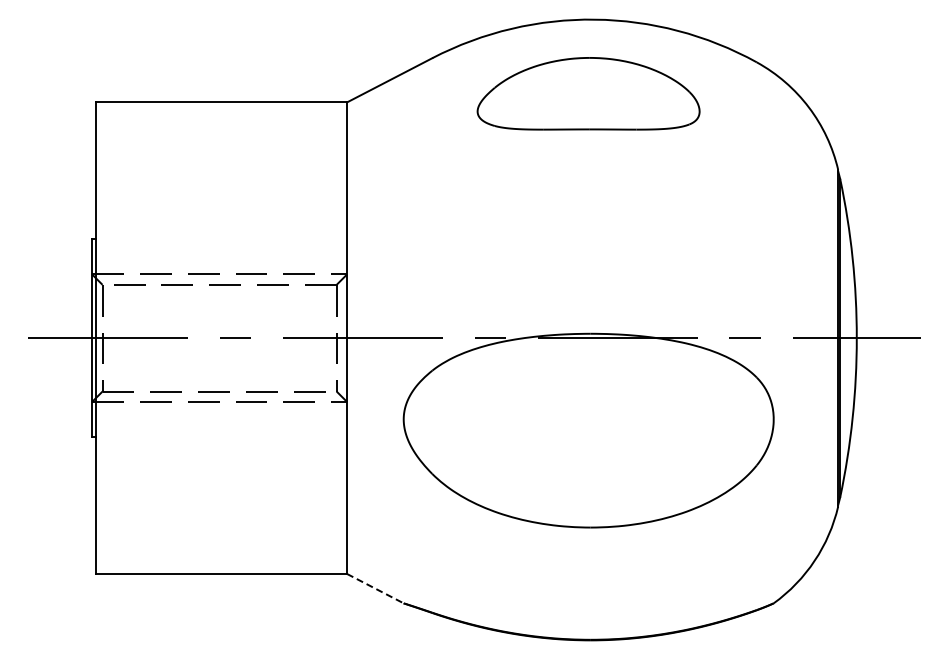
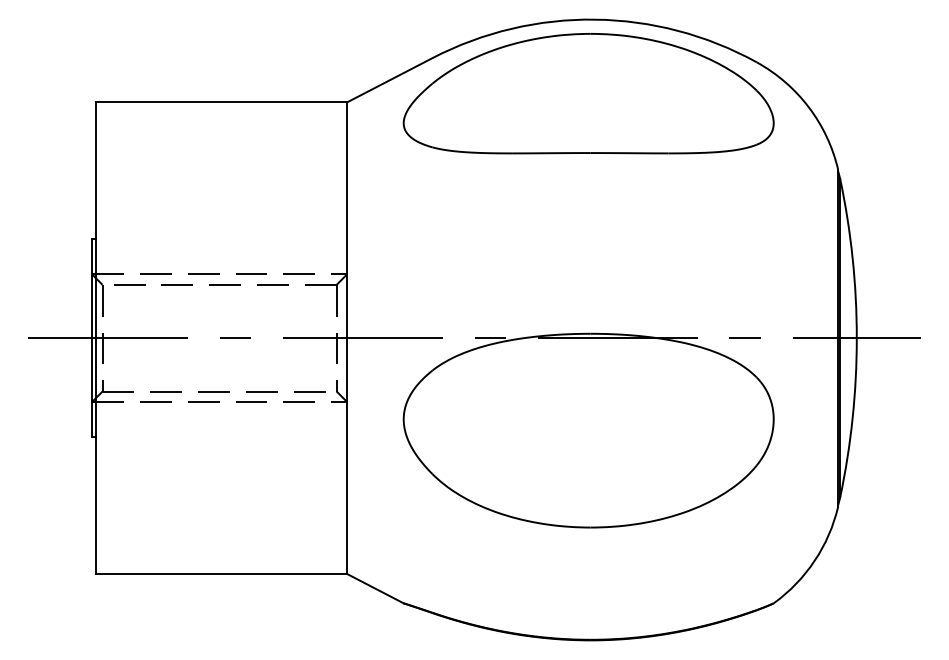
part at (588, 93) size: 225x74 px -> 373x122 px
line at (375, 588): dashed -> solid
